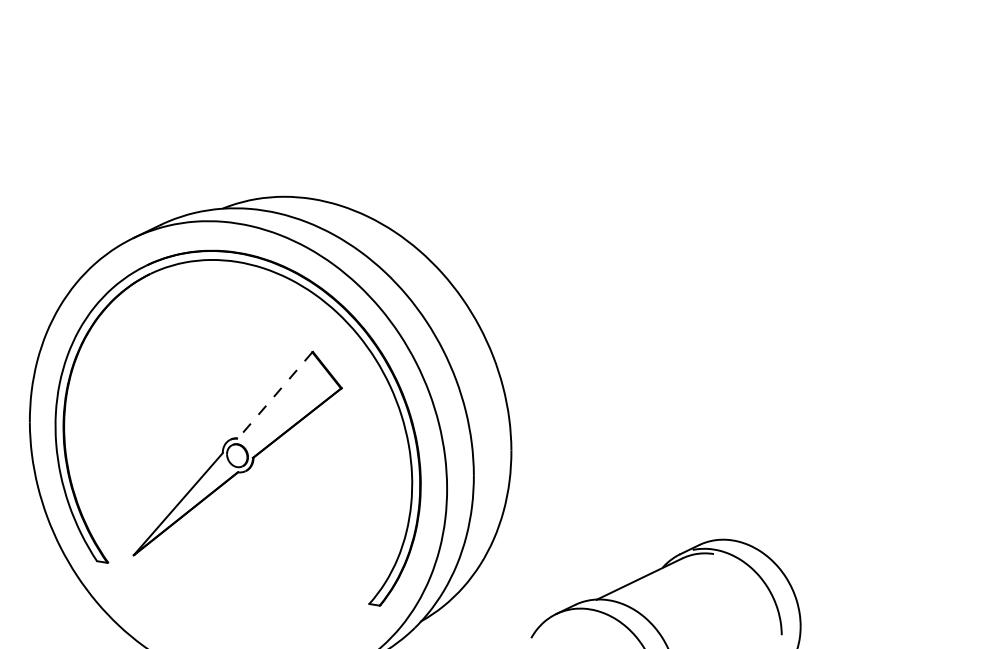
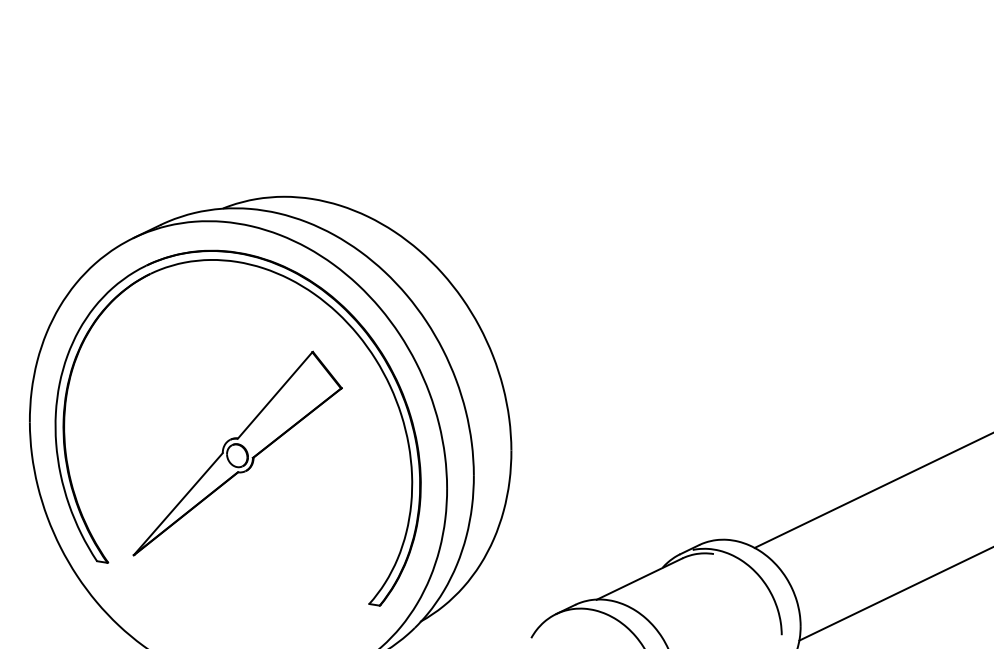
line at (274, 395): dashed -> solid
line at (872, 490): none -> present
line at (894, 594): none -> present
